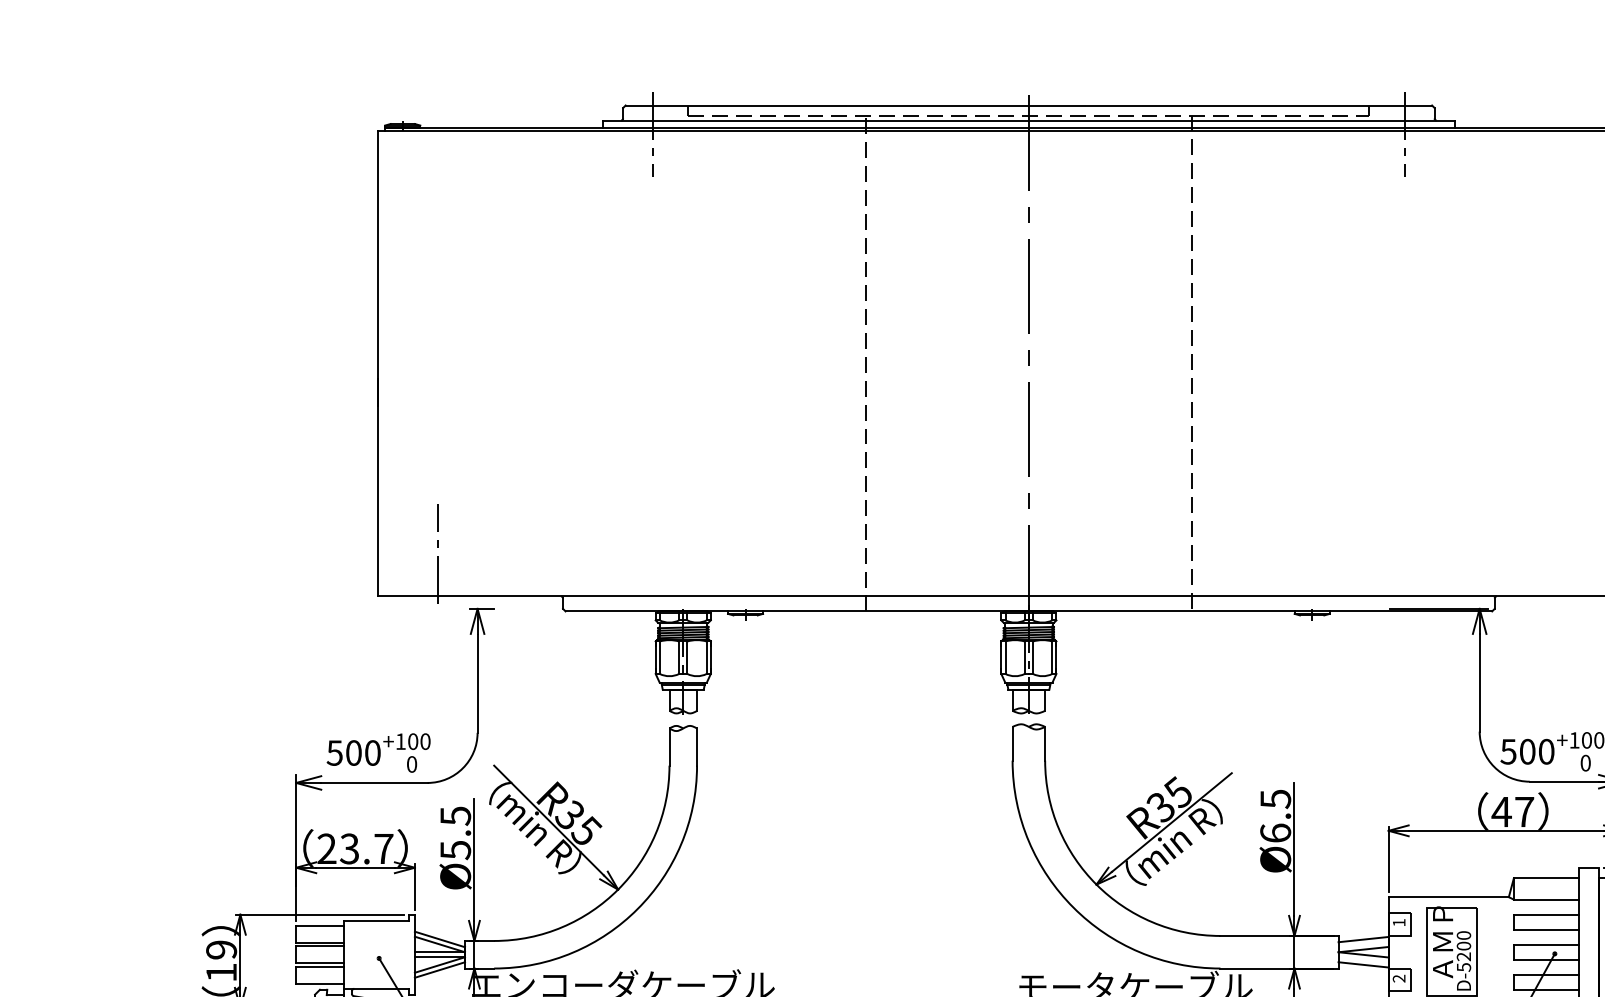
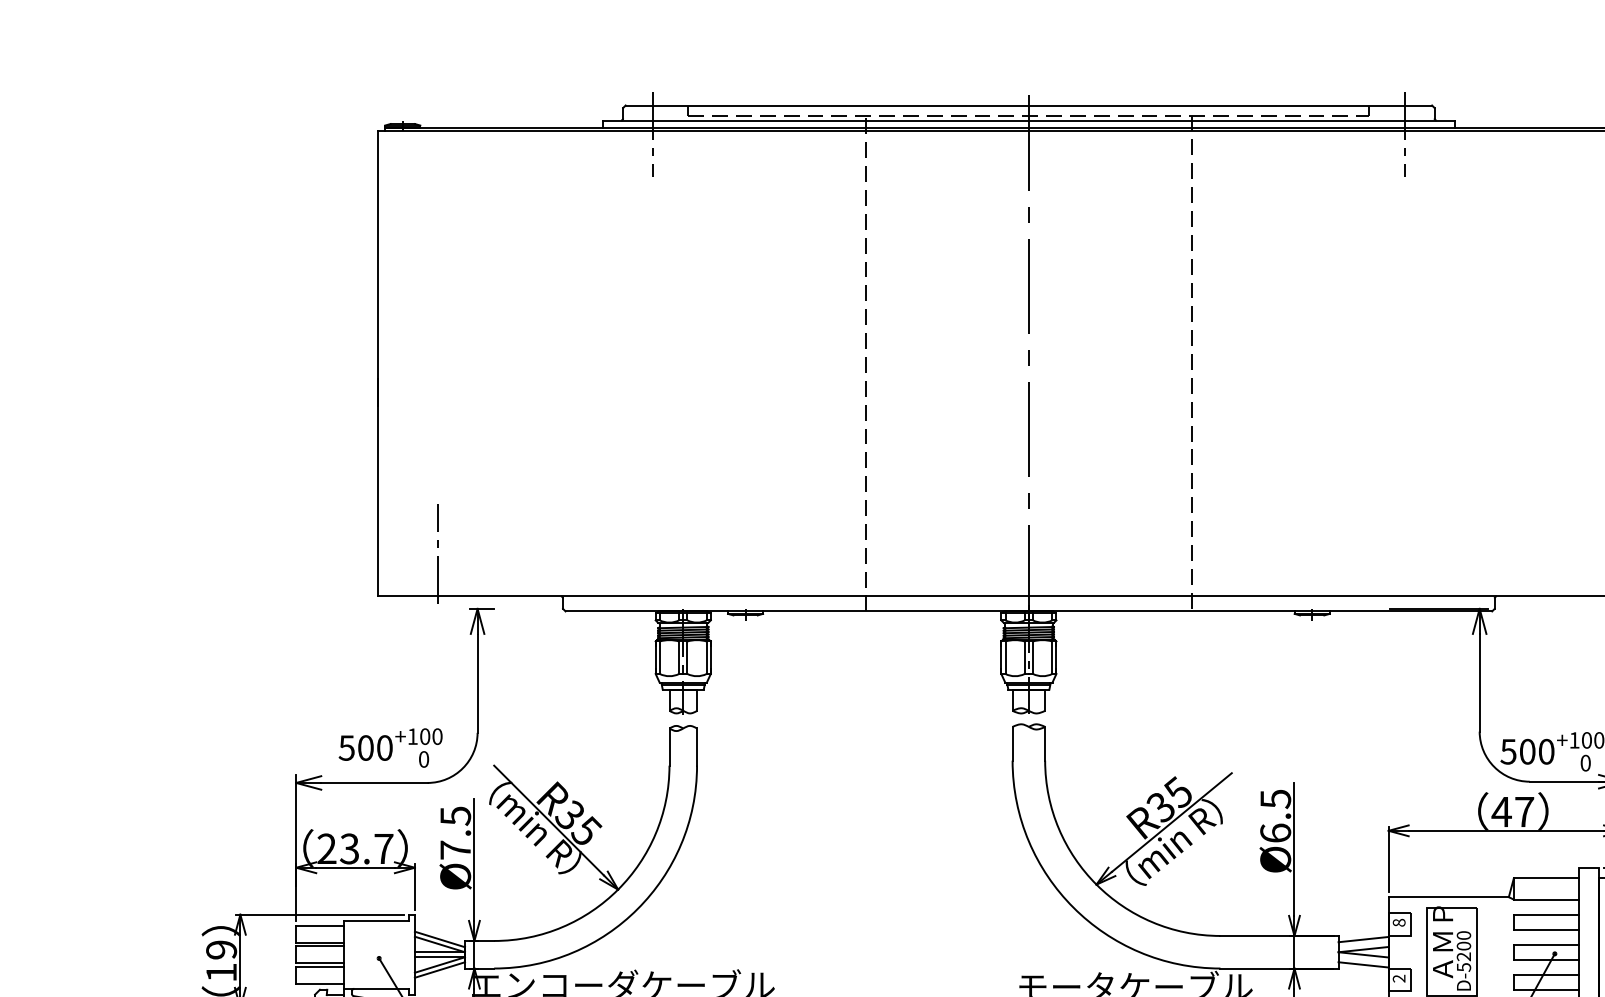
text at (378, 752) position: (378, 752) -> (390, 747)
text at (455, 850): Ø5.5 -> Ø7.5
text at (1398, 922): 1 -> 8
